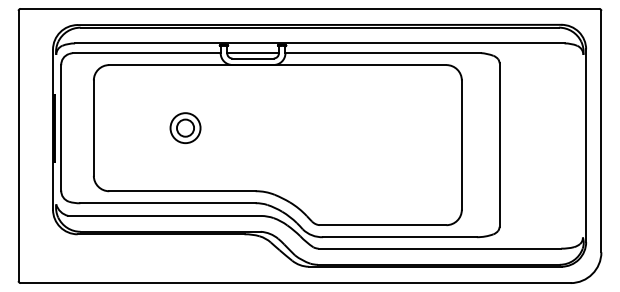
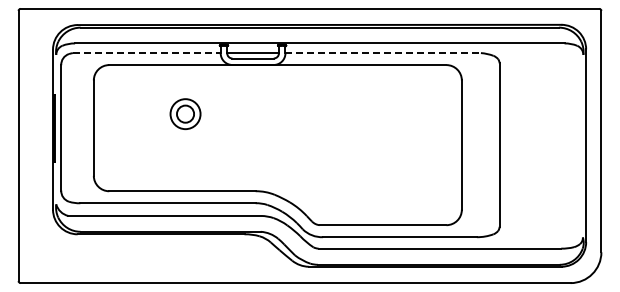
line at (146, 53): solid -> dashed
line at (383, 53): solid -> dashed
part at (185, 128) position: (185, 128) -> (185, 114)
